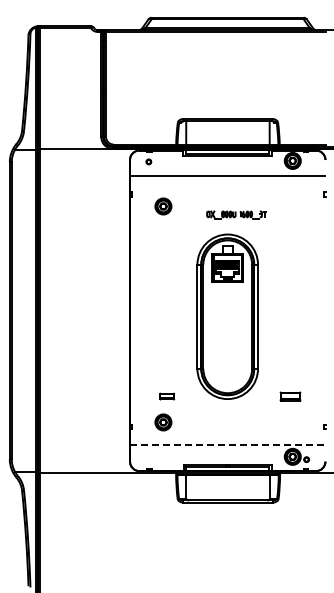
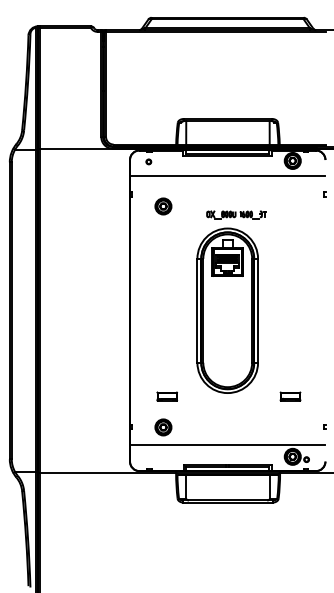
part at (227, 316) position: (227, 316) -> (227, 310)
part at (167, 396) size: 17x9 px -> 22x11 px
part at (163, 422) position: (163, 422) -> (163, 427)
line at (227, 445): dashed -> solid
